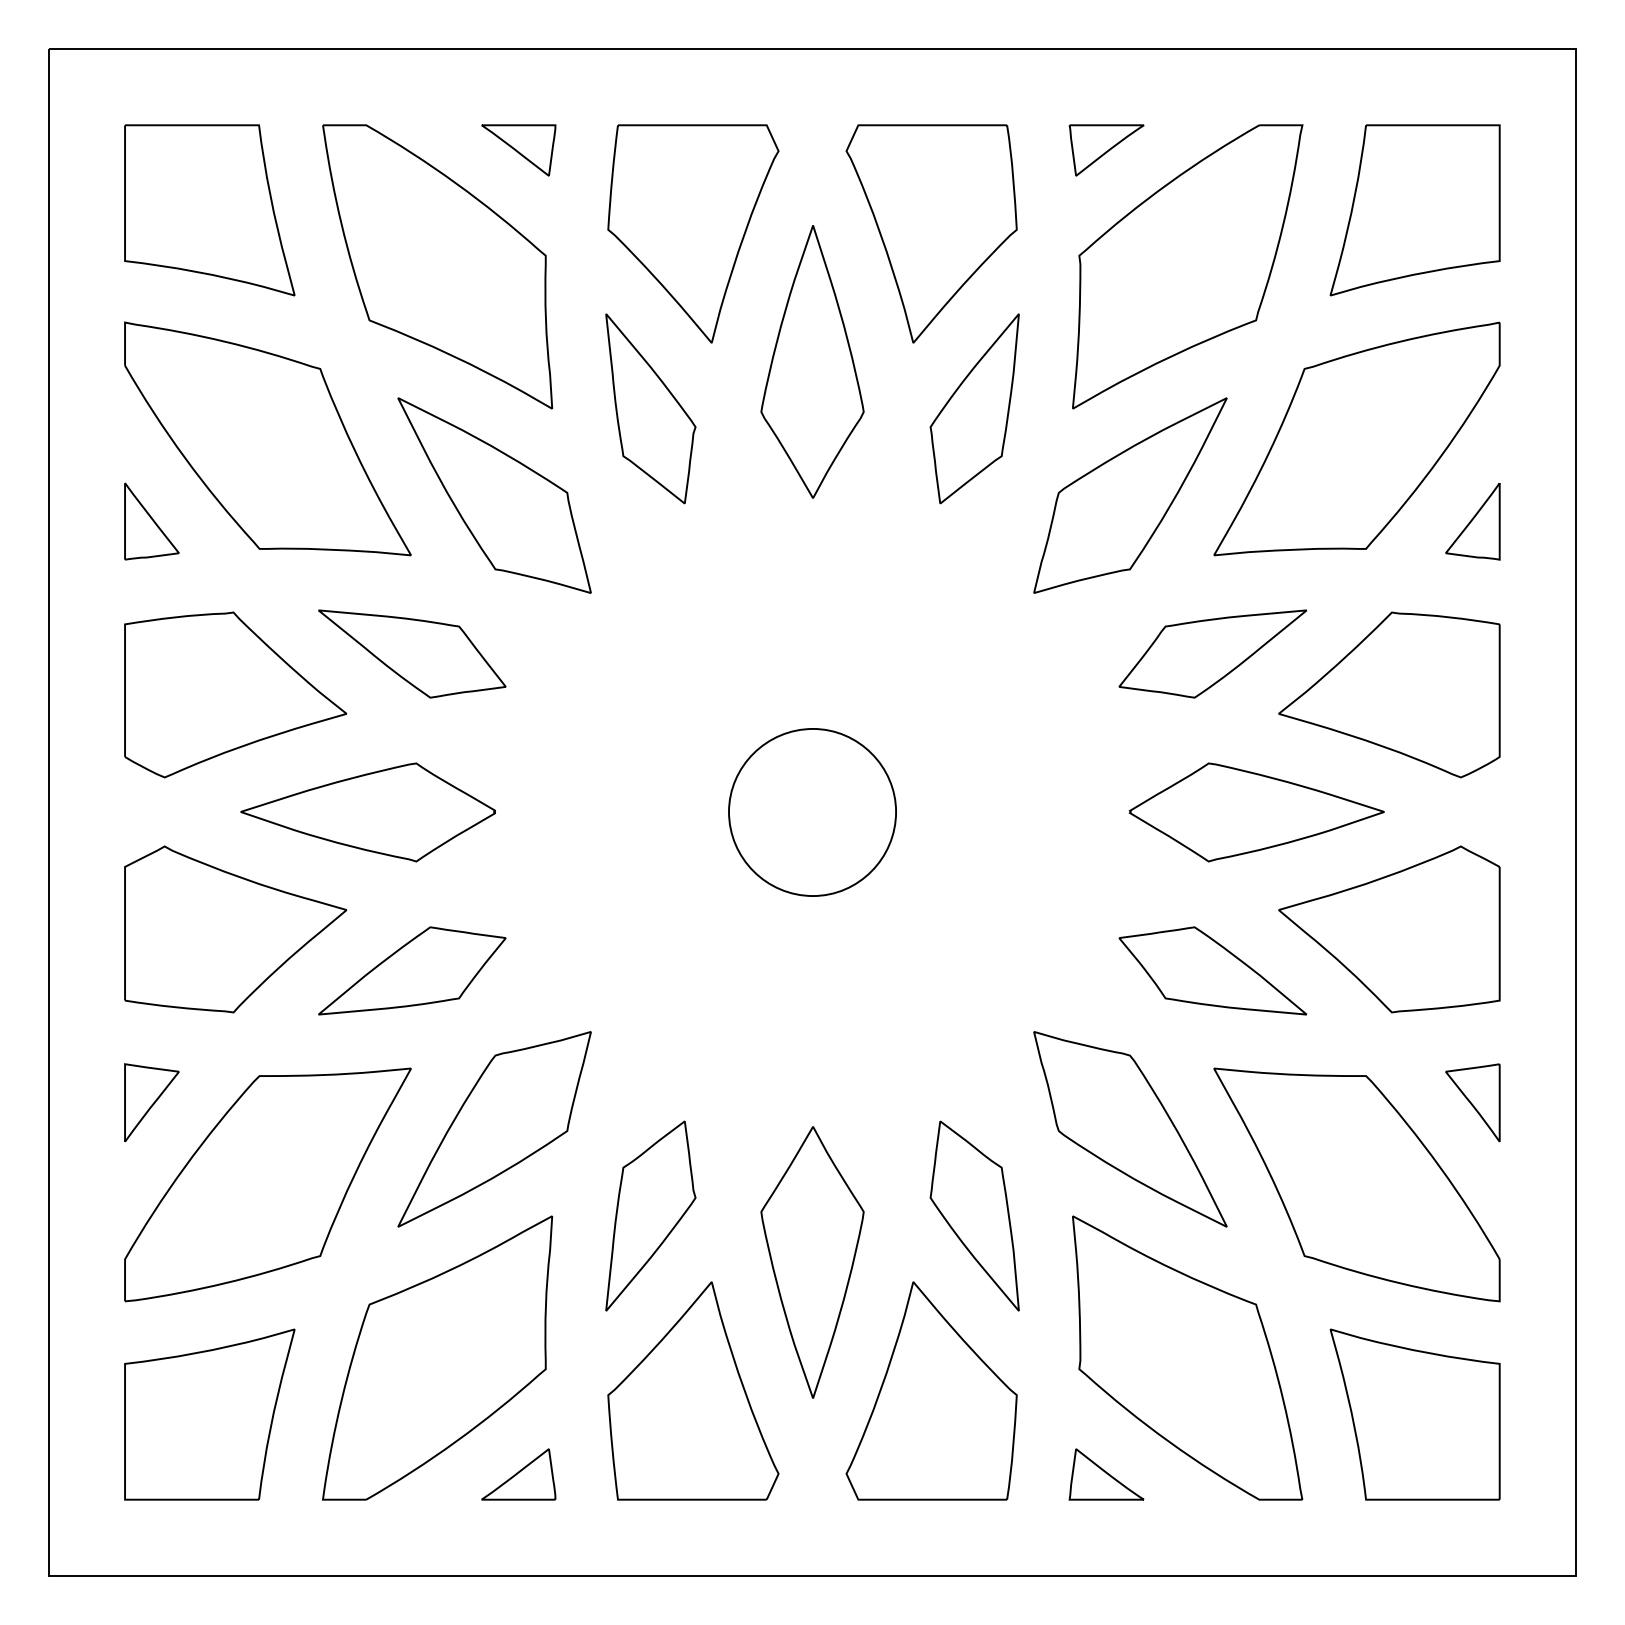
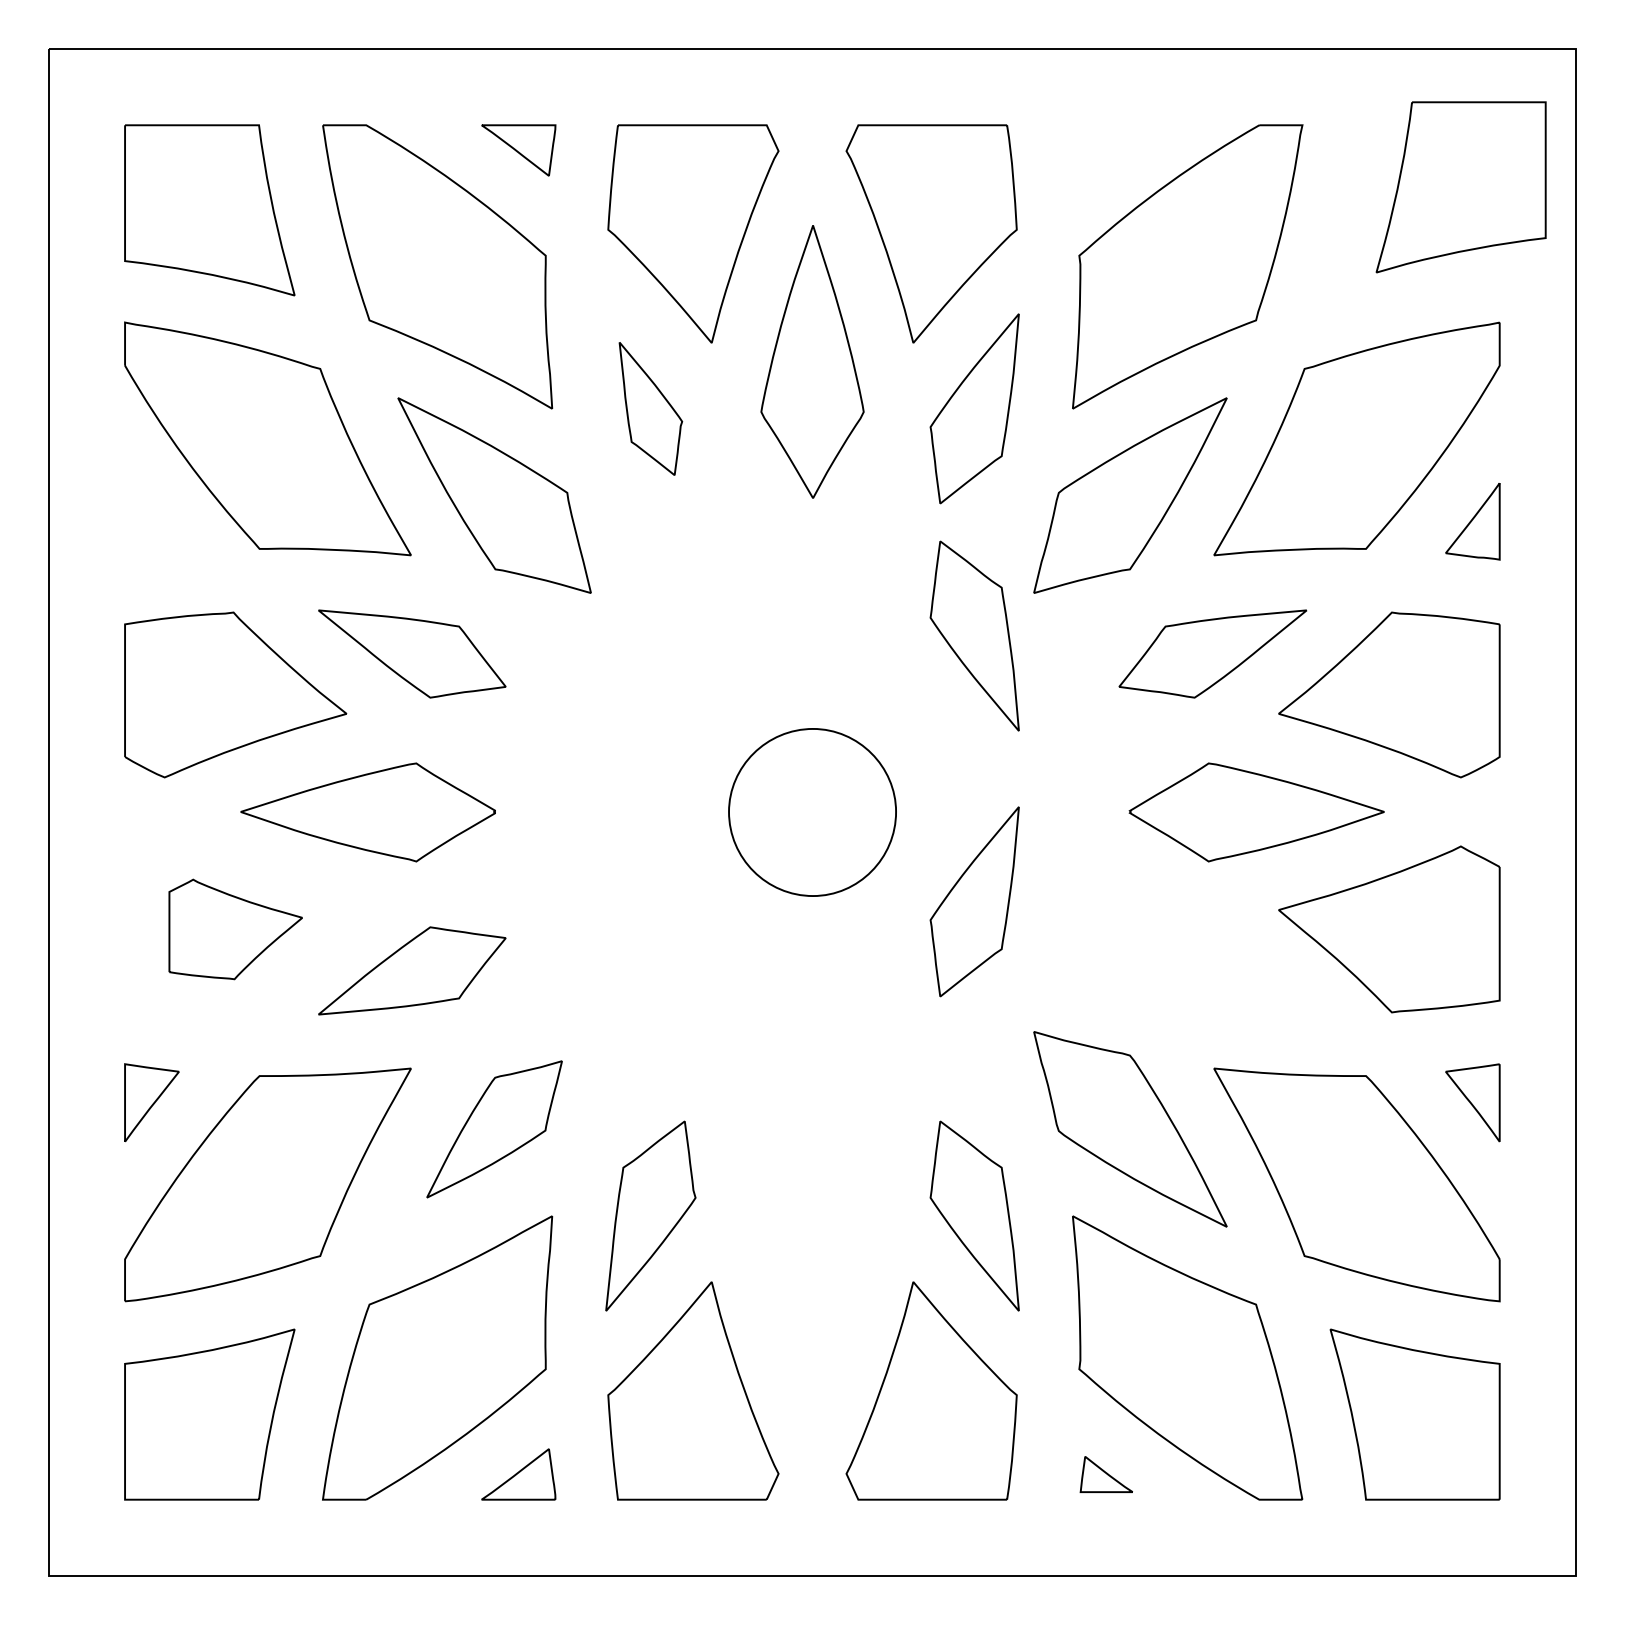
part at (1106, 150): present -> none
part at (1414, 210) position: (1414, 210) -> (1460, 187)
part at (650, 408) size: 92x192 px -> 66x134 px
part at (151, 521): present -> none
part at (974, 635): none -> present
part at (974, 901): none -> present
part at (235, 929) size: 224x169 px -> 135x103 px
part at (1212, 970): present -> none
part at (494, 1129) size: 195x197 px -> 137x139 px
part at (812, 1262): present -> none
part at (1106, 1474) size: 77x53 px -> 54x37 px
